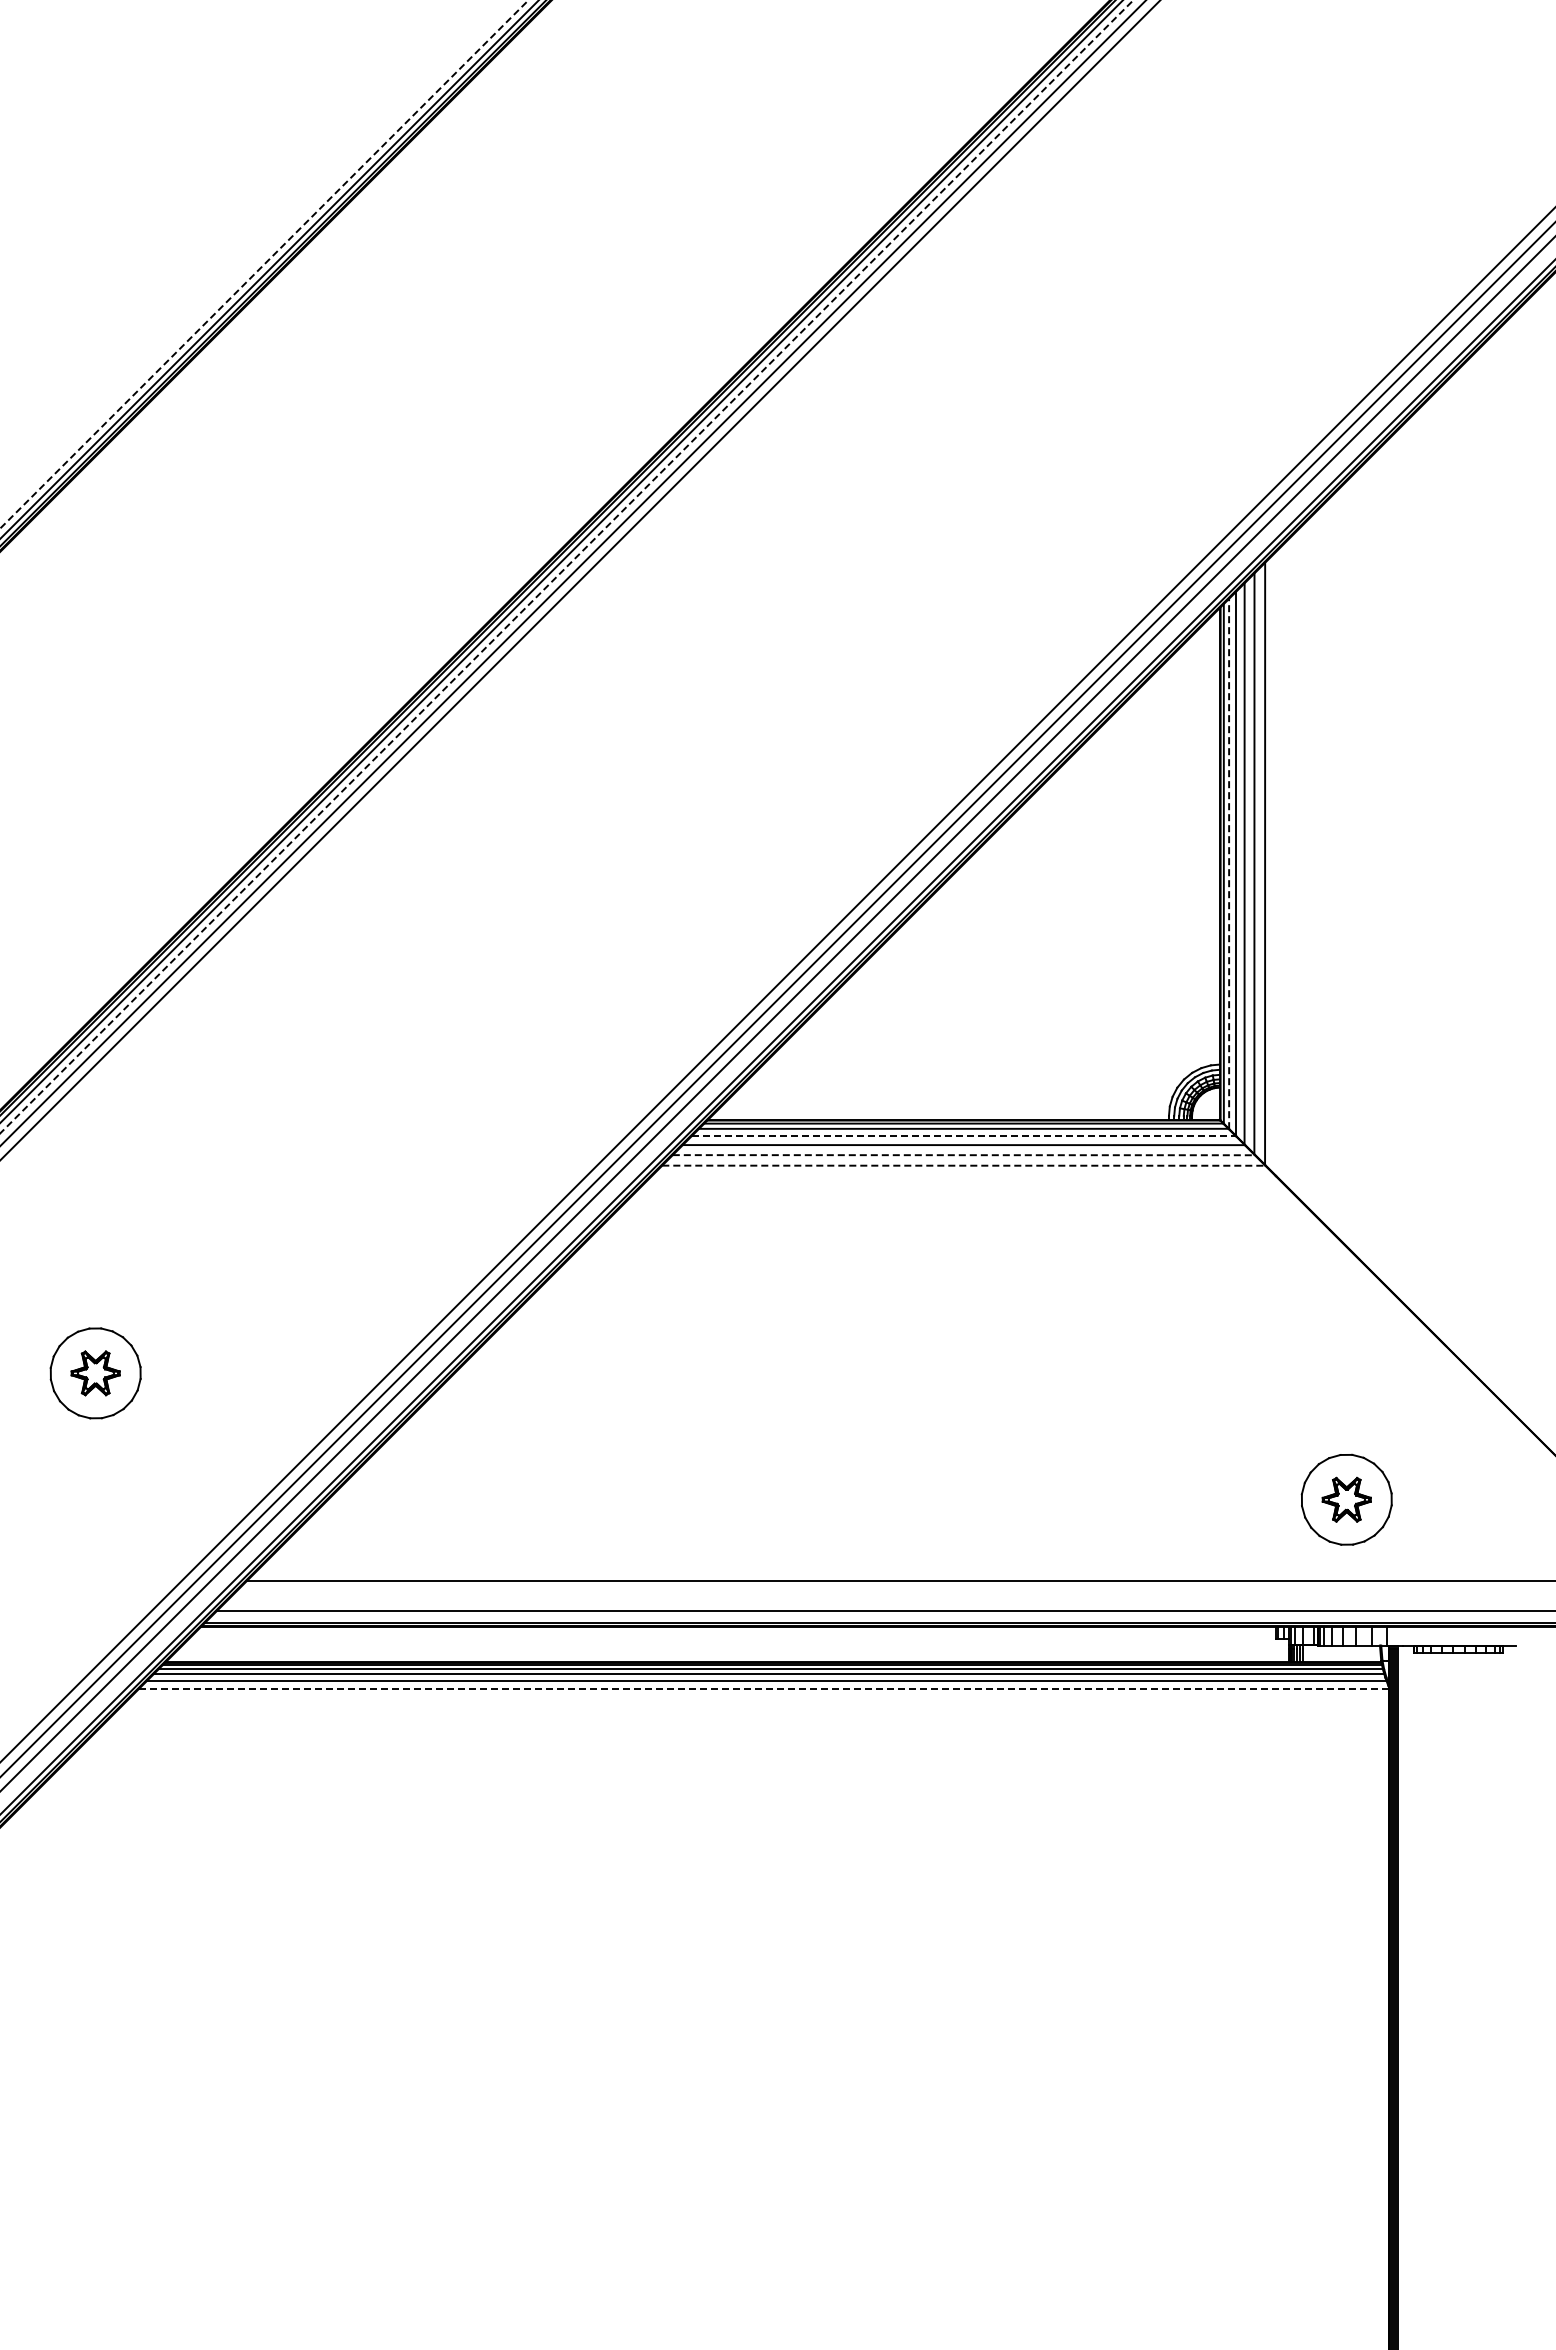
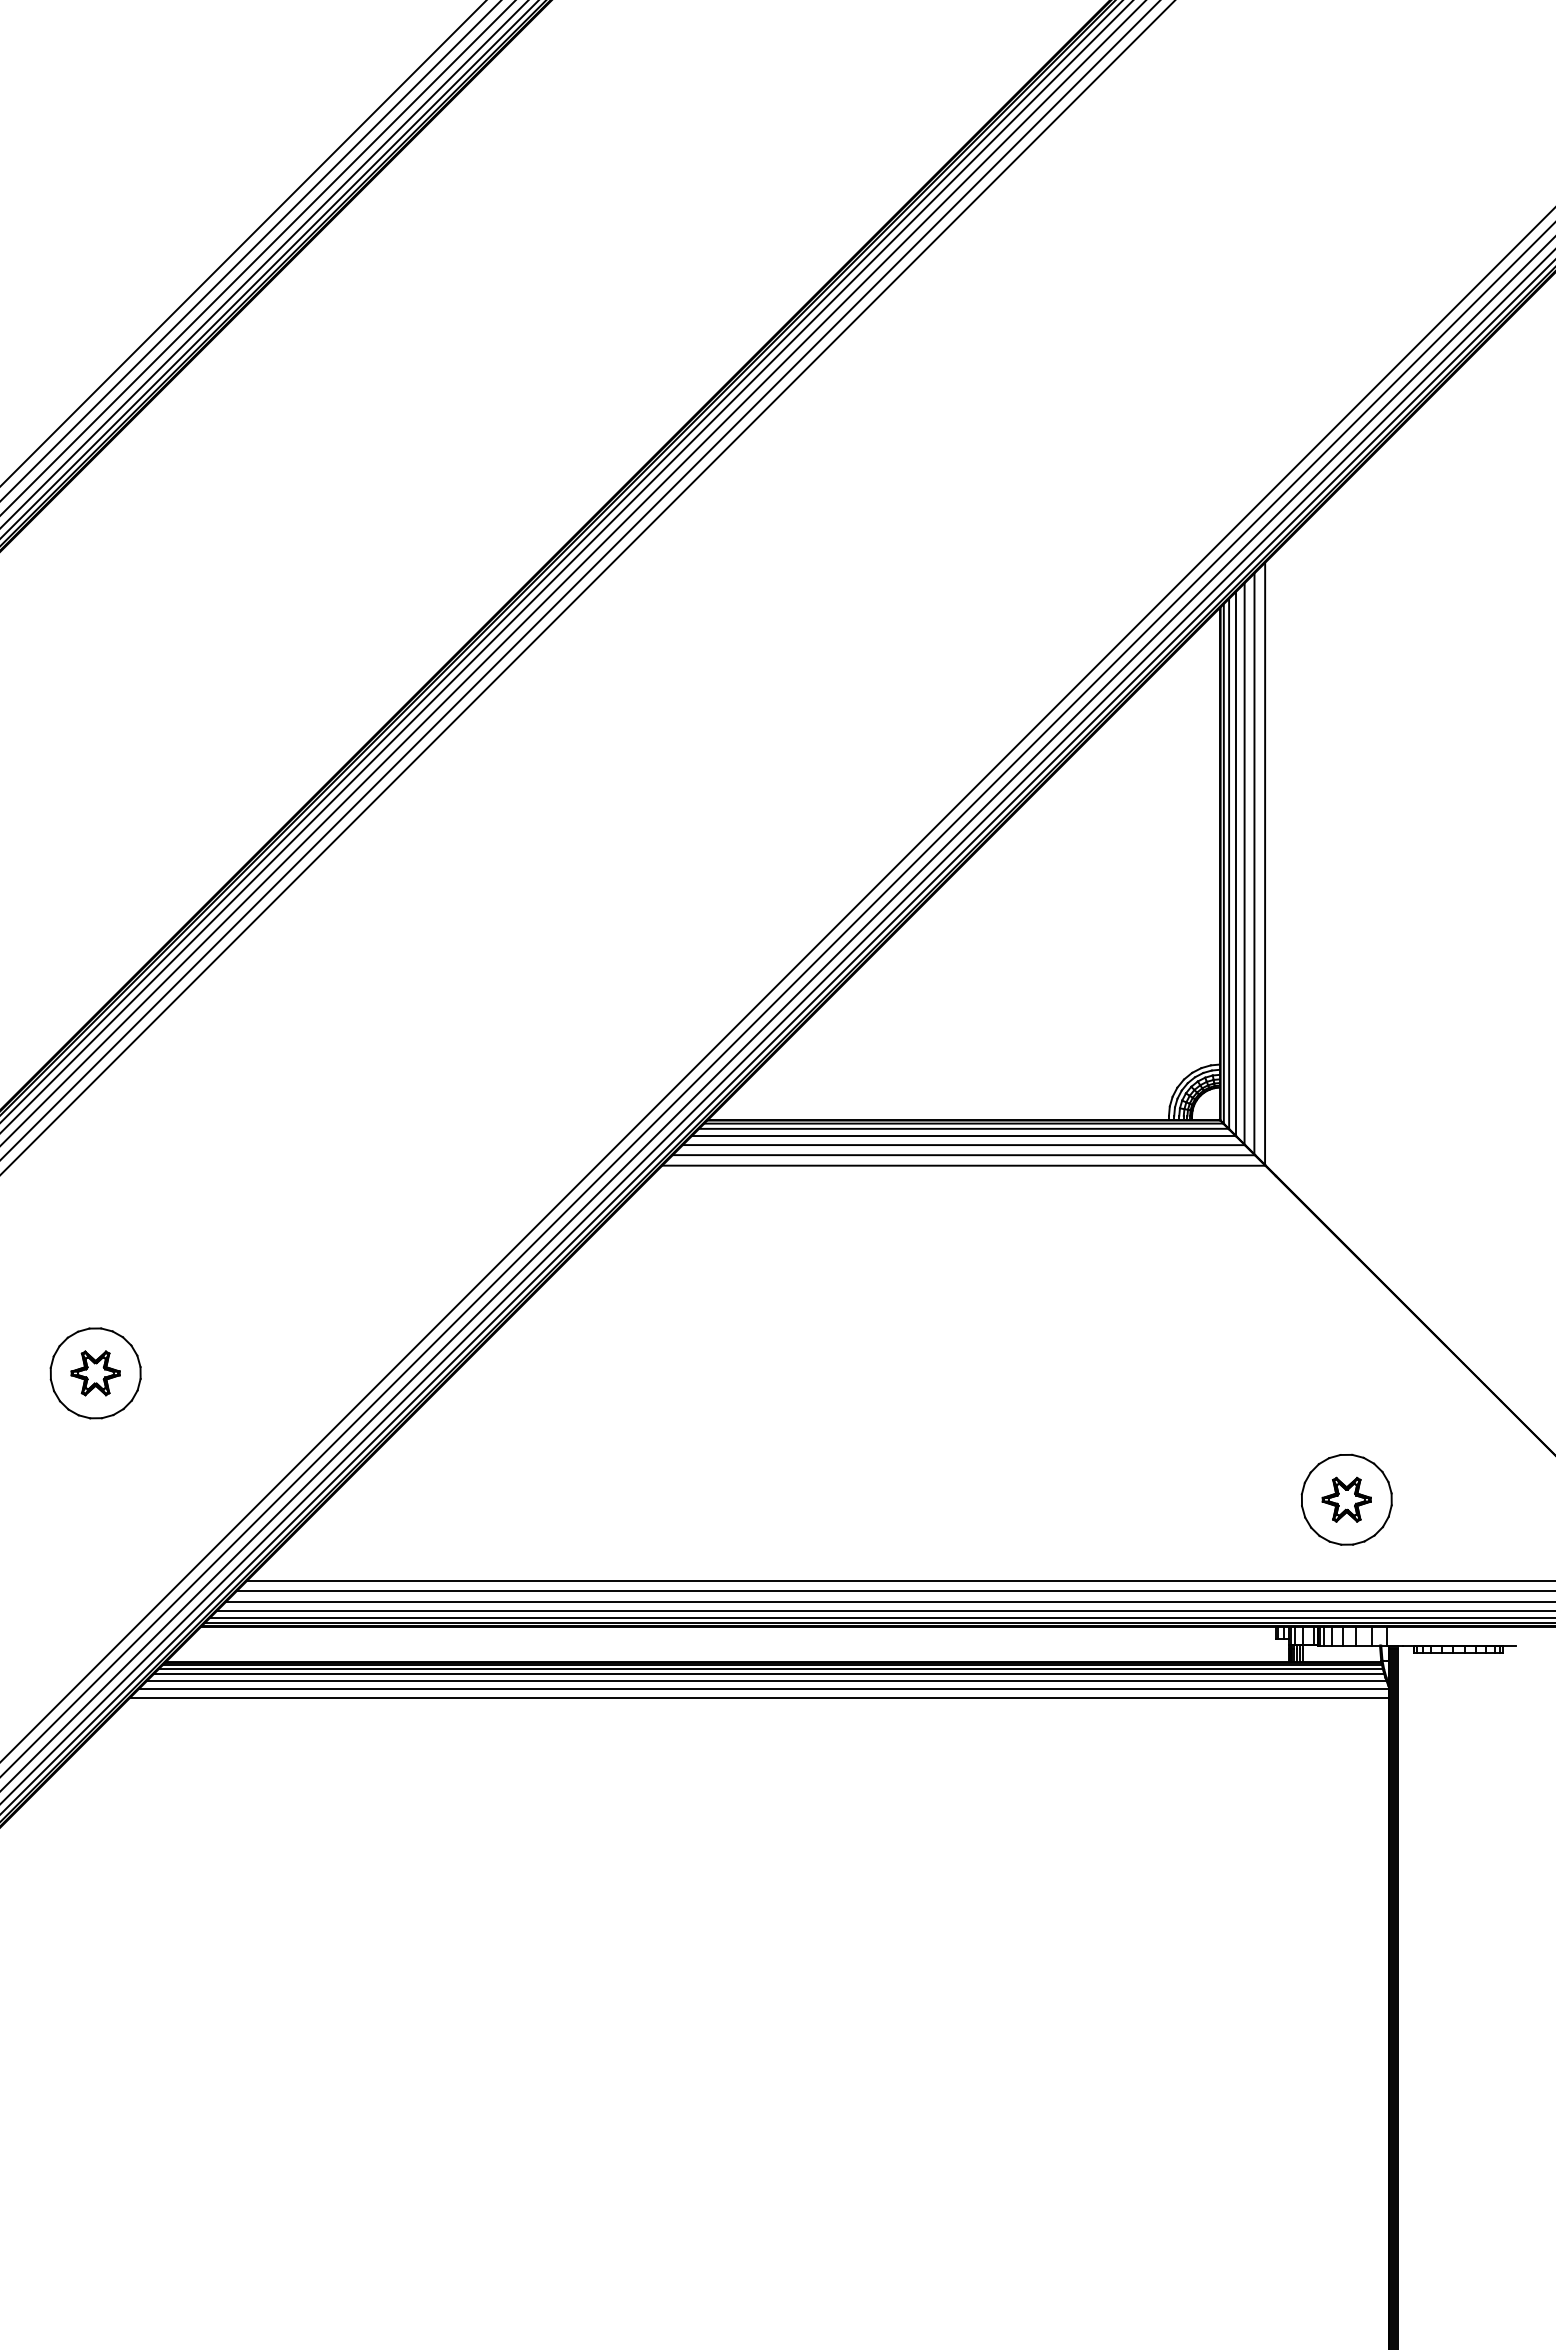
line at (243, 243): none -> present
line at (250, 250): none -> present
line at (257, 257): none -> present
line at (263, 264): dashed -> solid
line at (566, 566): dashed -> solid
line at (587, 587): none -> present
line at (1229, 863): dashed -> solid
line at (777, 1026): none -> present
line at (964, 1136): dashed -> solid
line at (964, 1155): dashed -> solid
line at (963, 1165): dashed -> solid
line at (894, 1591): none -> present
line at (889, 1601): none -> present
line at (881, 1617): none -> present
line at (763, 1689): dashed -> solid
line at (759, 1697): none -> present
